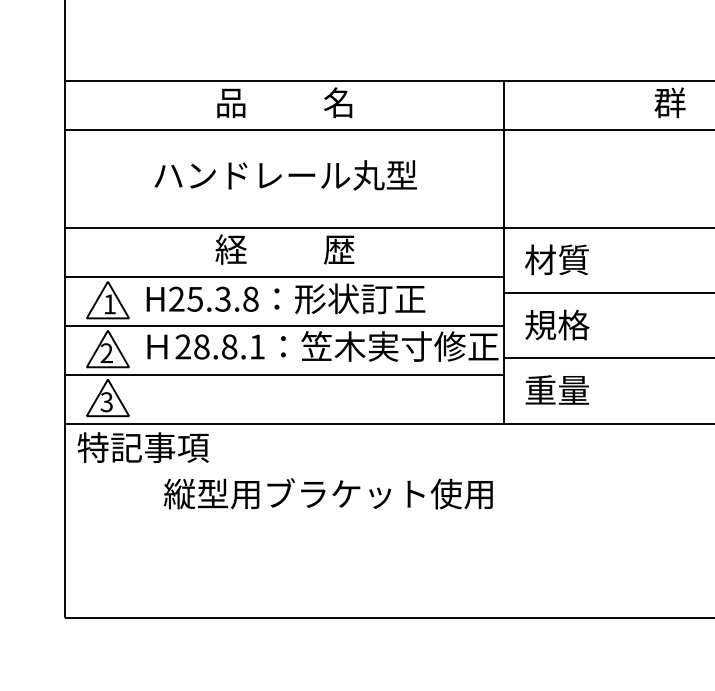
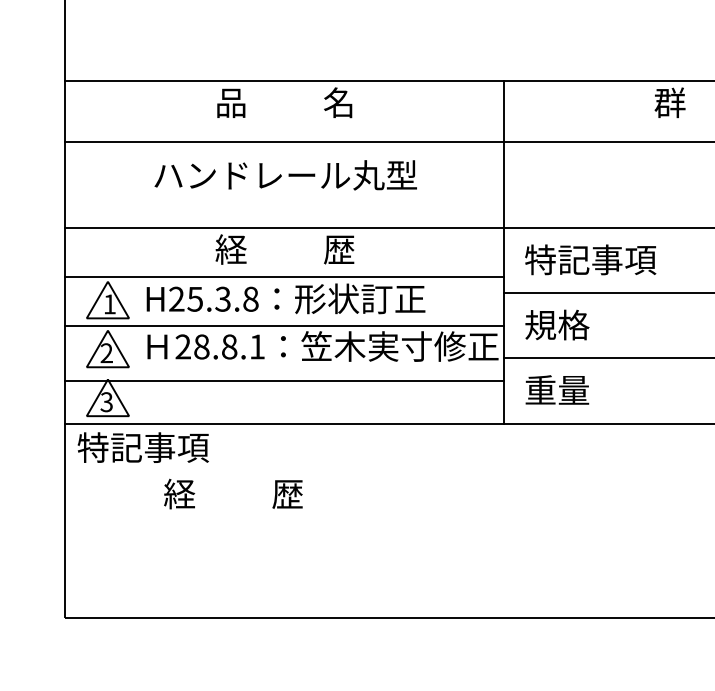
line at (388, 130) position: (388, 130) -> (388, 142)
text at (590, 259): 材質 -> 特記事項
line at (284, 374) position: (284, 374) -> (284, 380)
text at (328, 493): 縦型用ブラケット使用 -> 経          歴
